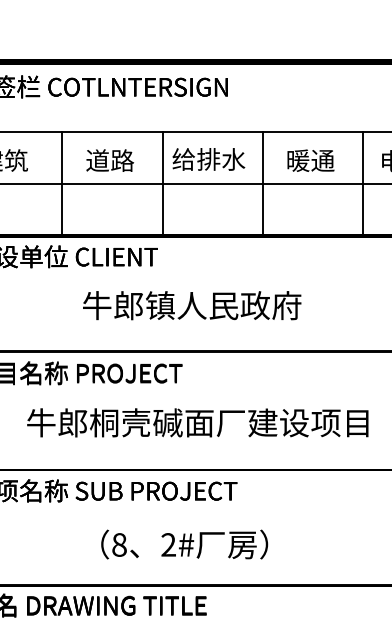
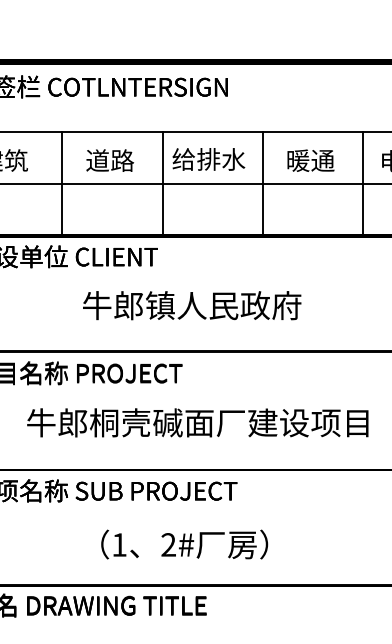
text at (119, 544): 8 -> 1
